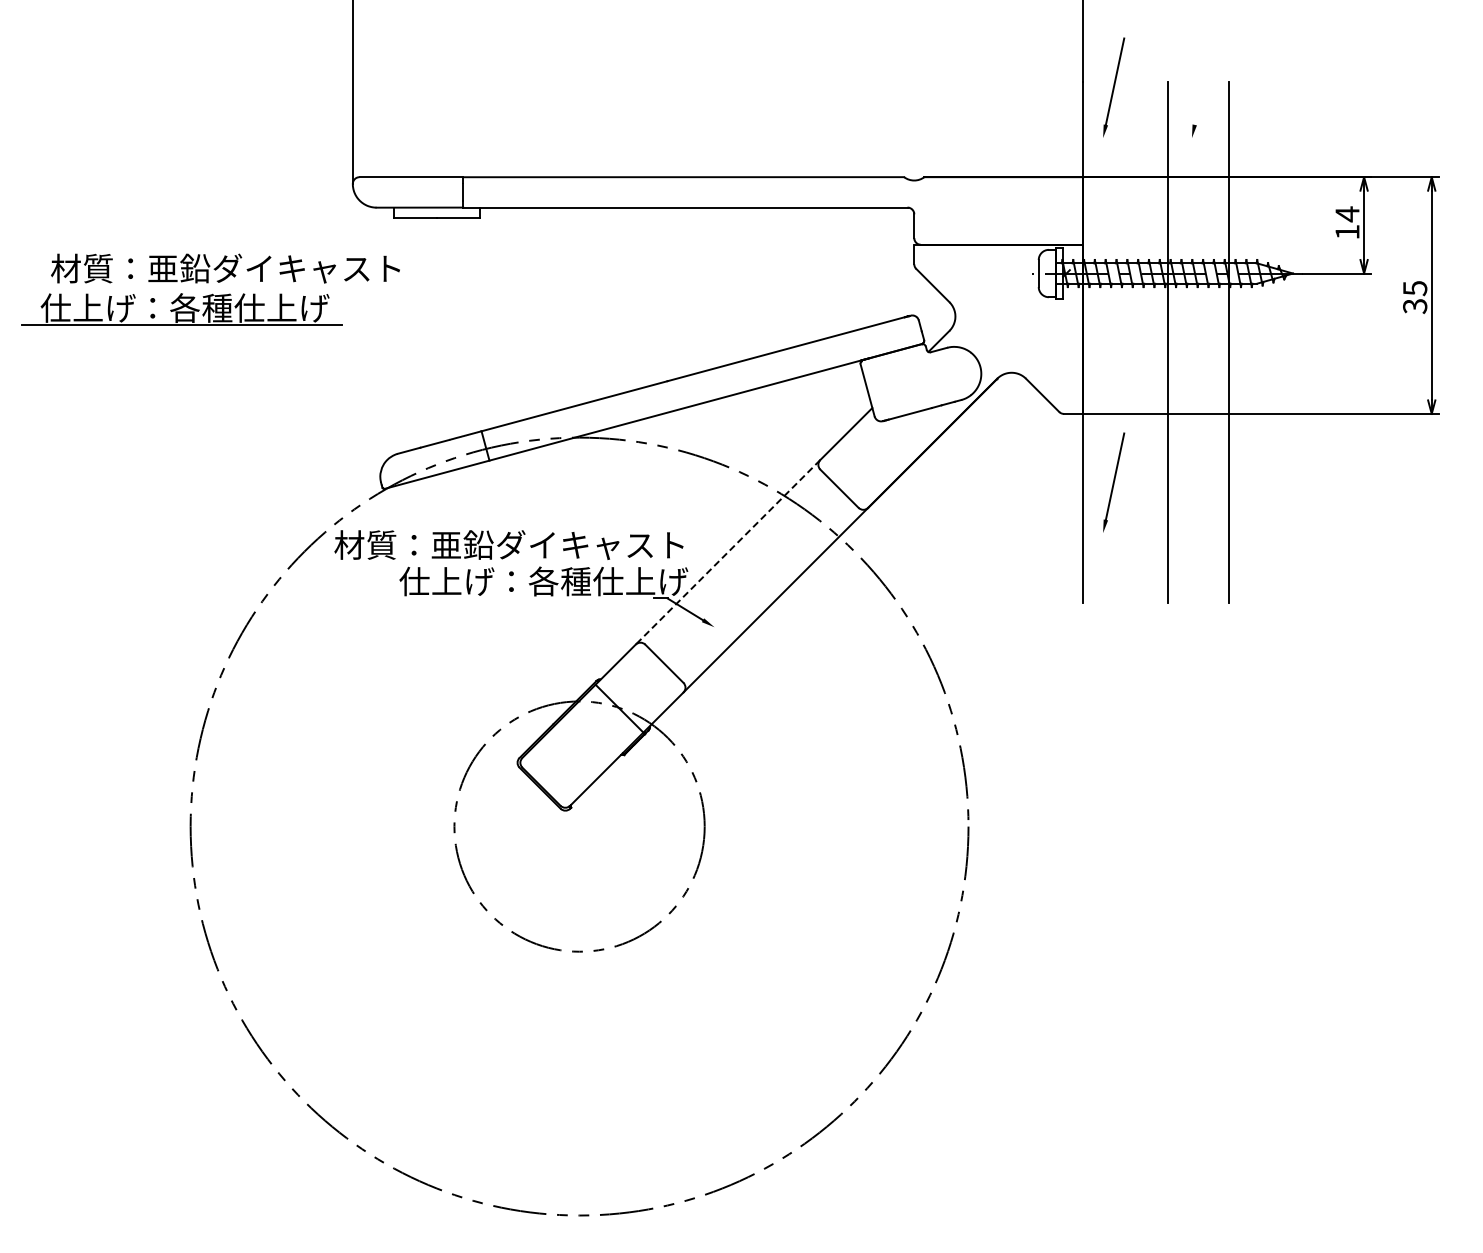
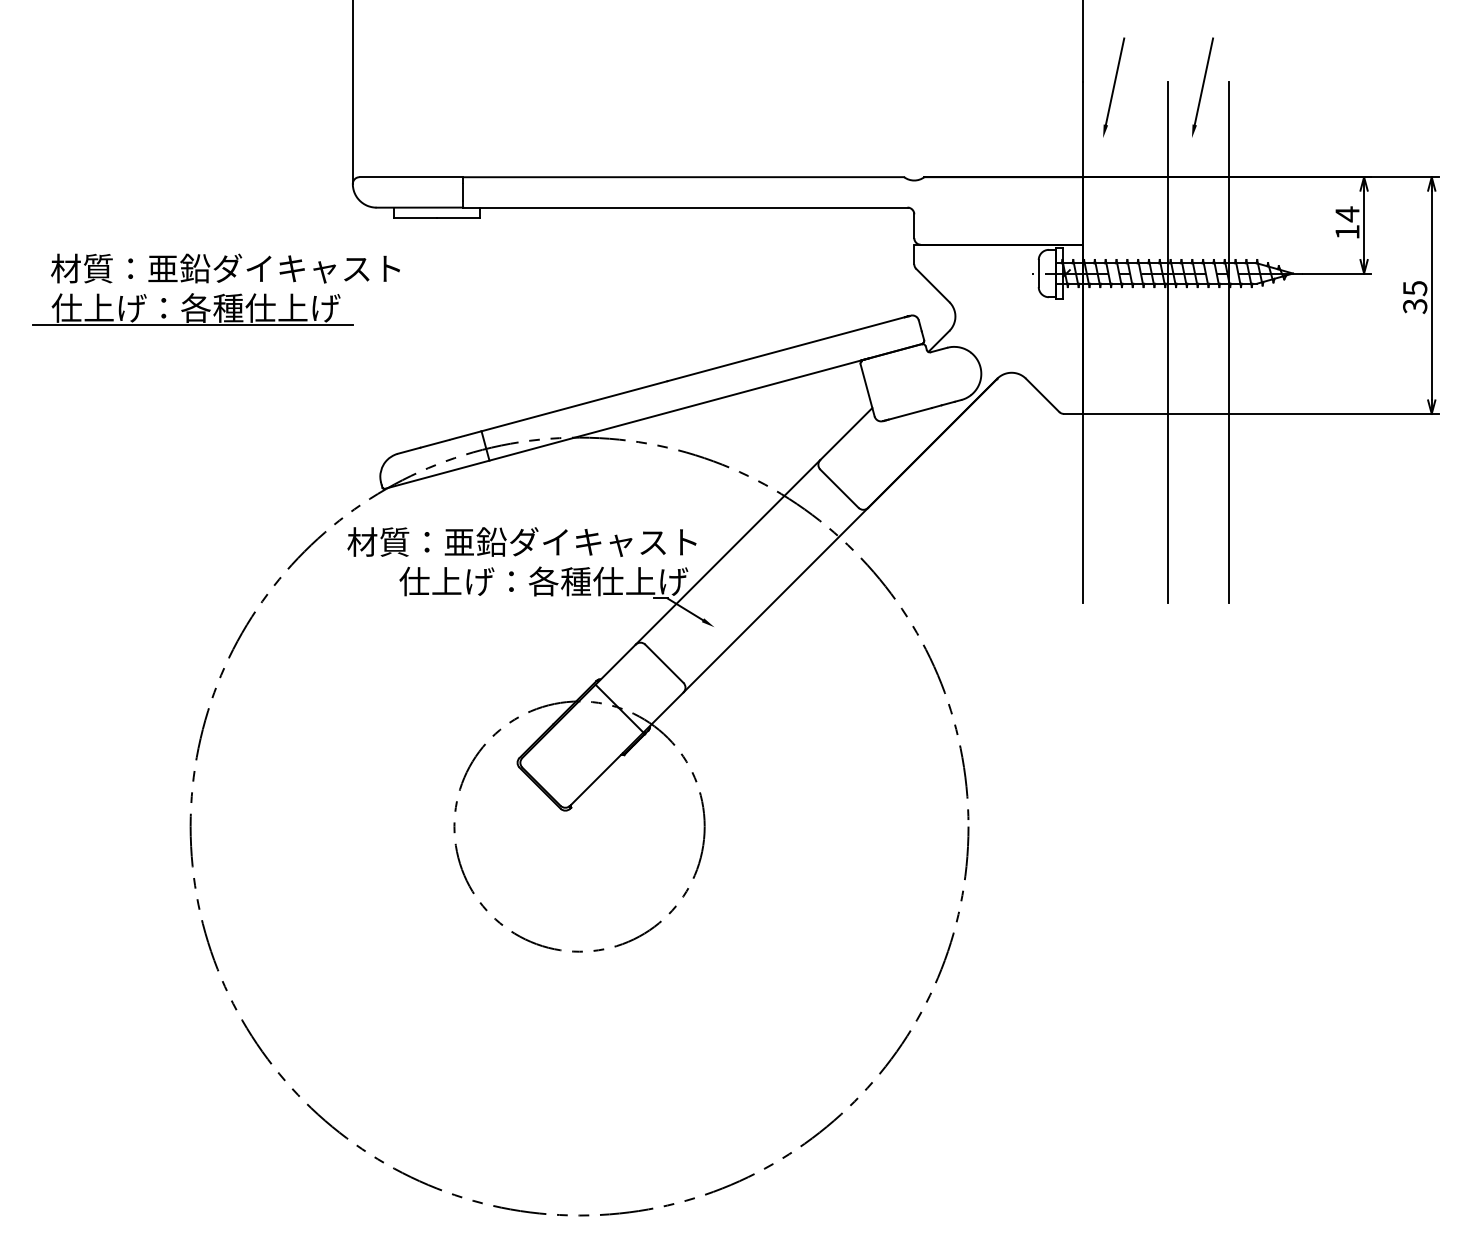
line at (1203, 81): none -> present
part at (181, 309) position: (181, 309) -> (192, 309)
part at (1114, 482): present -> none
text at (508, 544) position: (508, 544) -> (521, 541)
line at (728, 552): dashed -> solid
